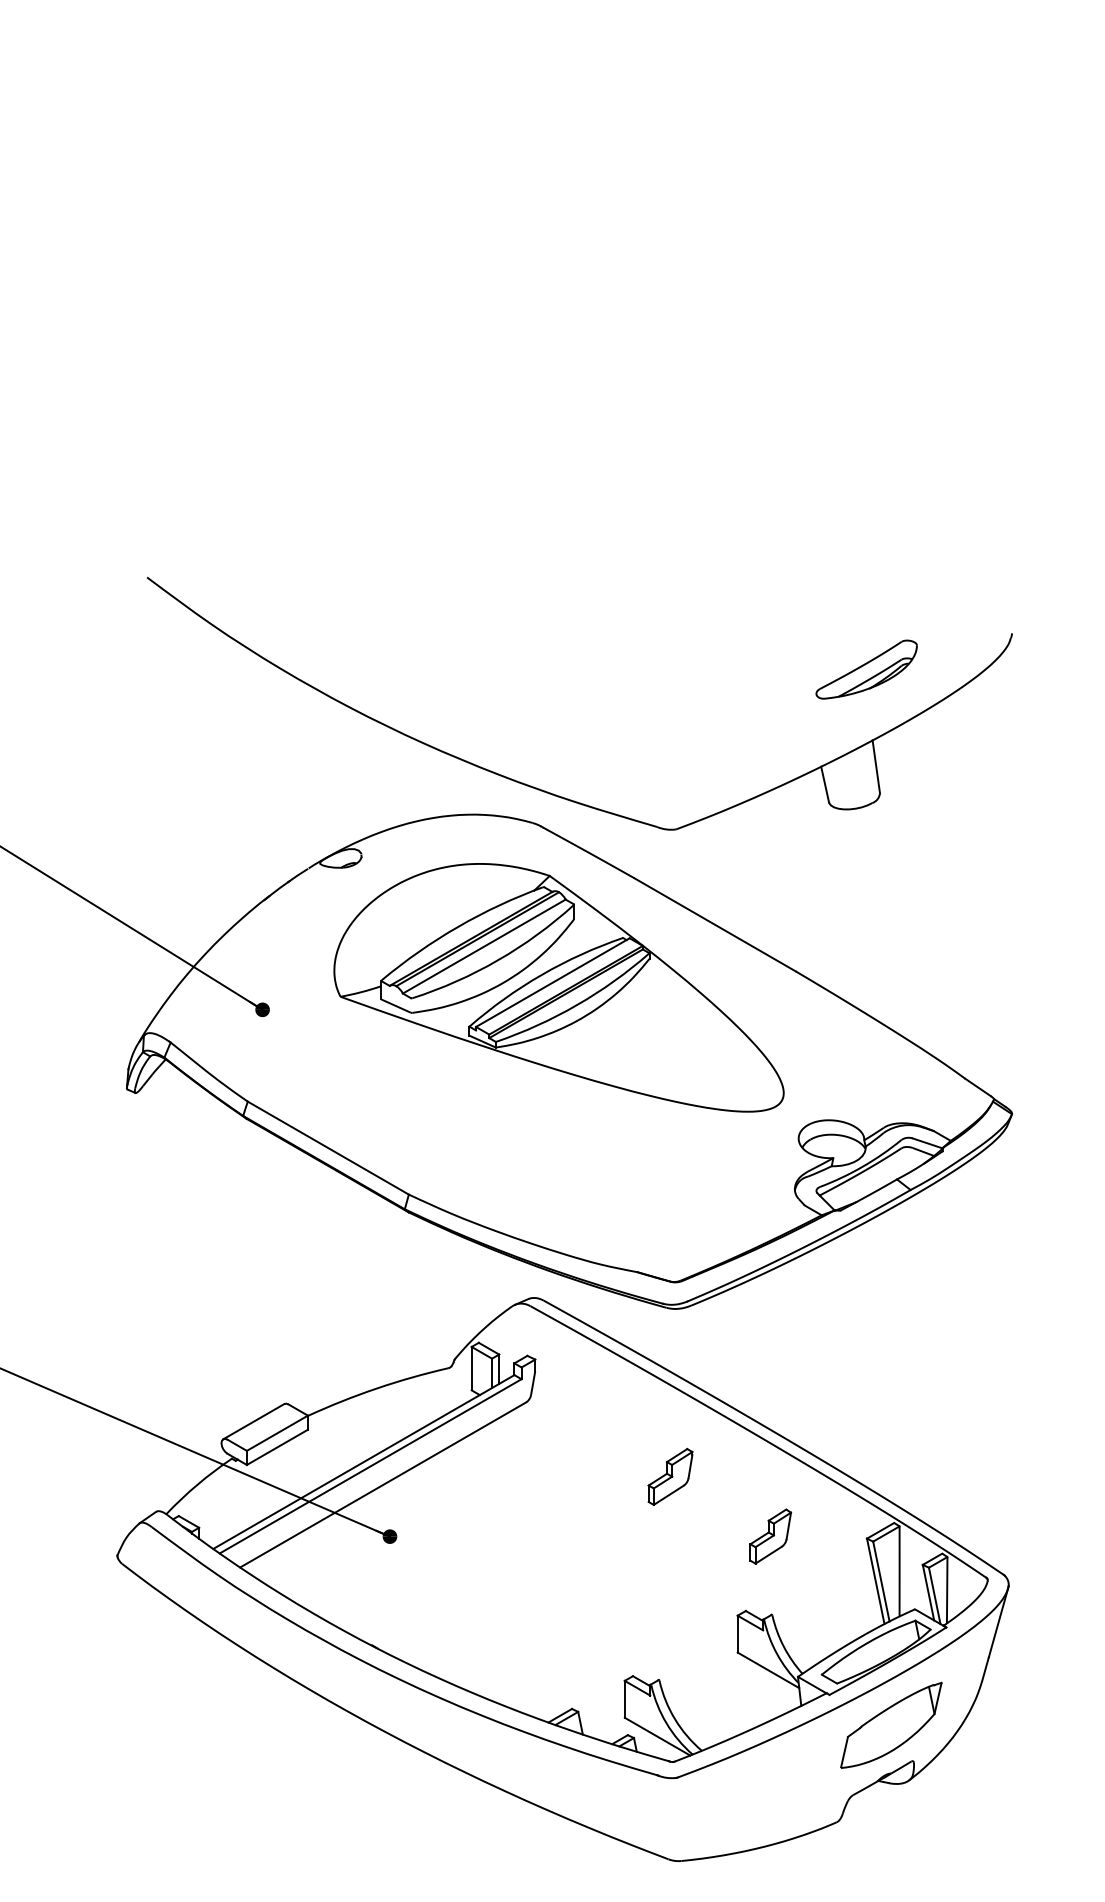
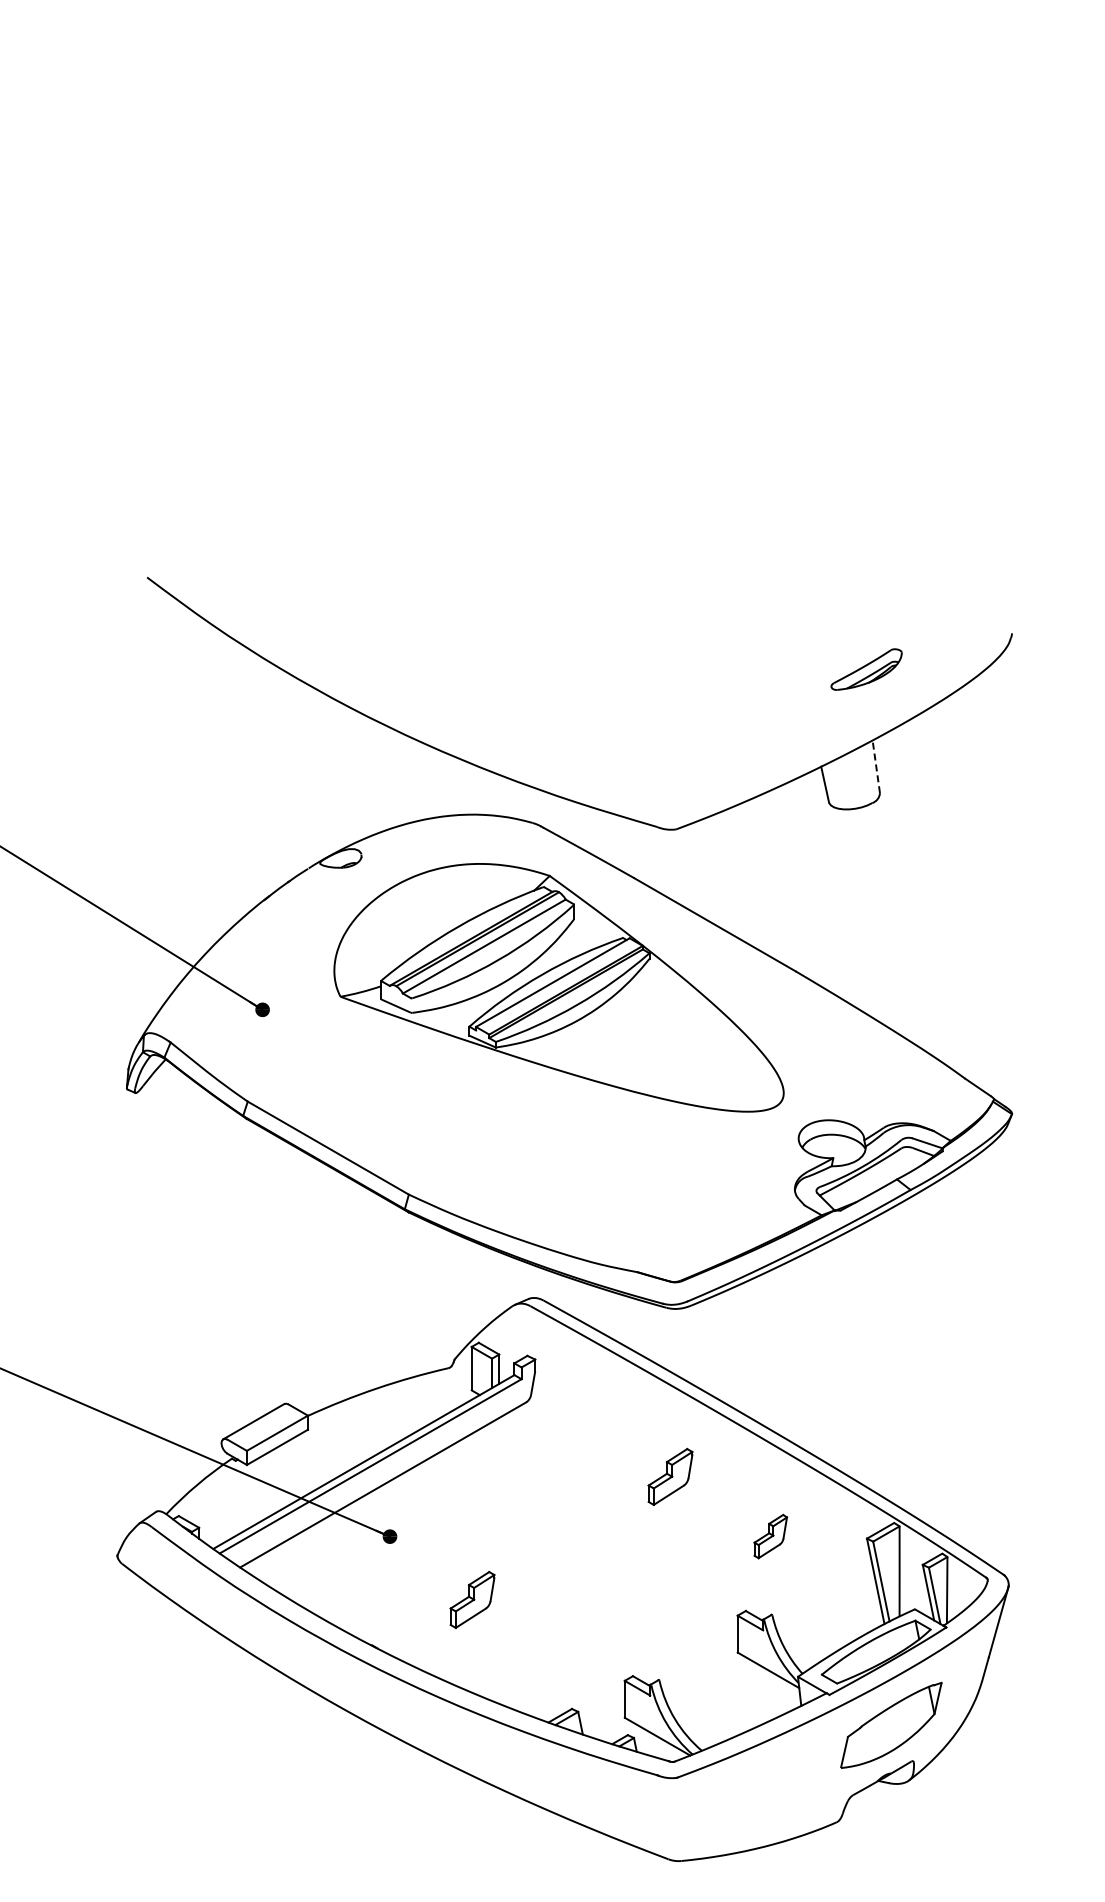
part at (866, 669) size: 103x61 px -> 73x43 px
line at (876, 766): solid -> dashed
part at (770, 1536) size: 44x57 px -> 36x47 px
part at (472, 1599): none -> present
